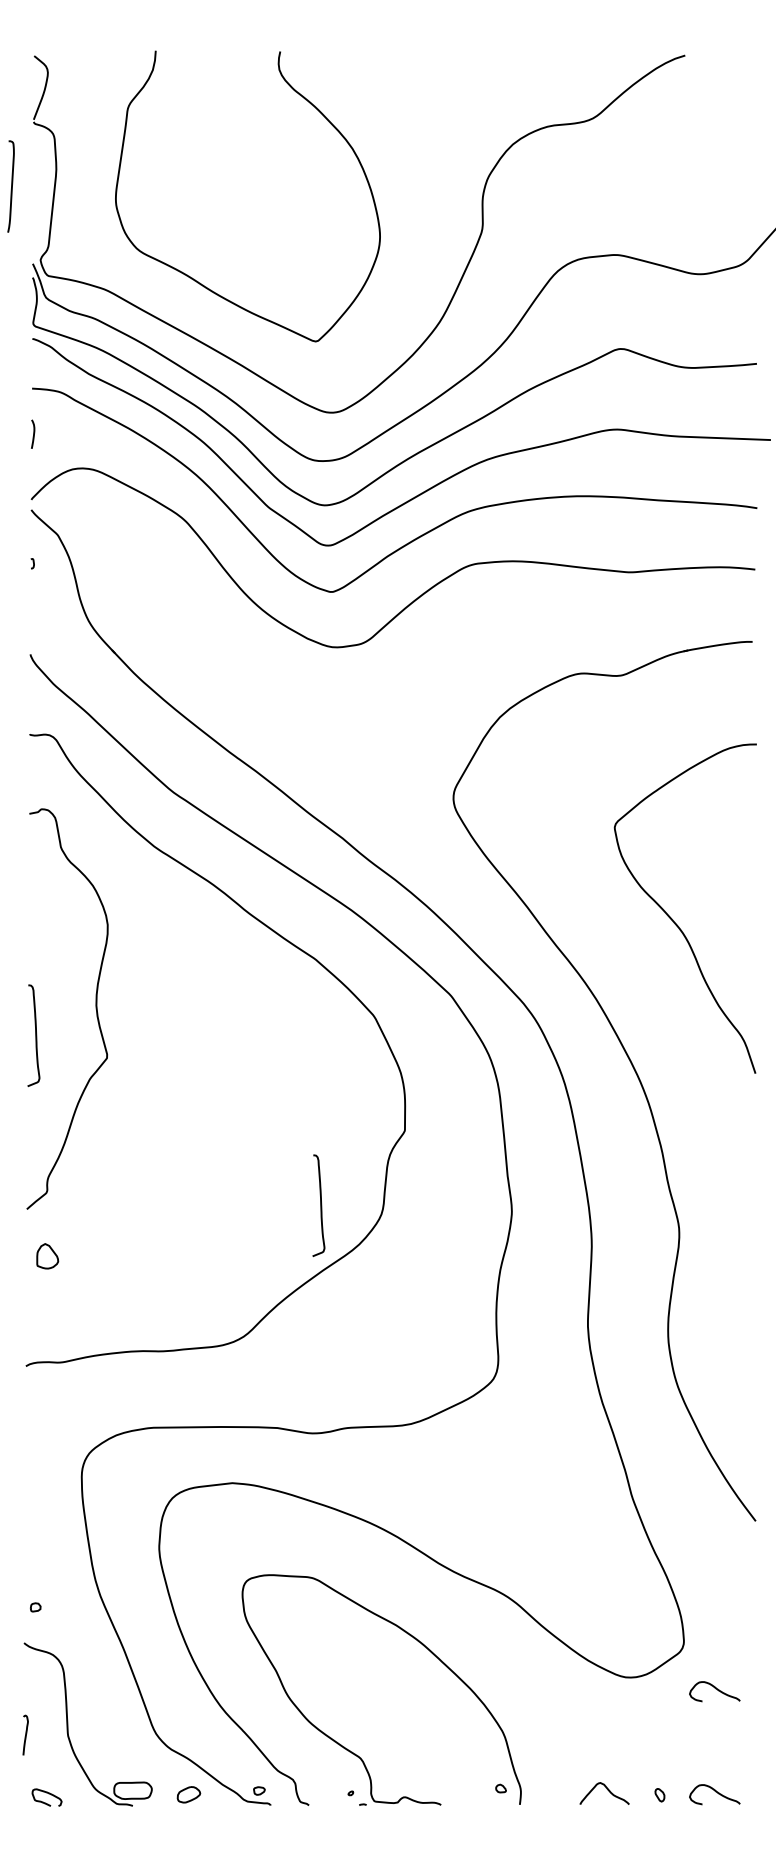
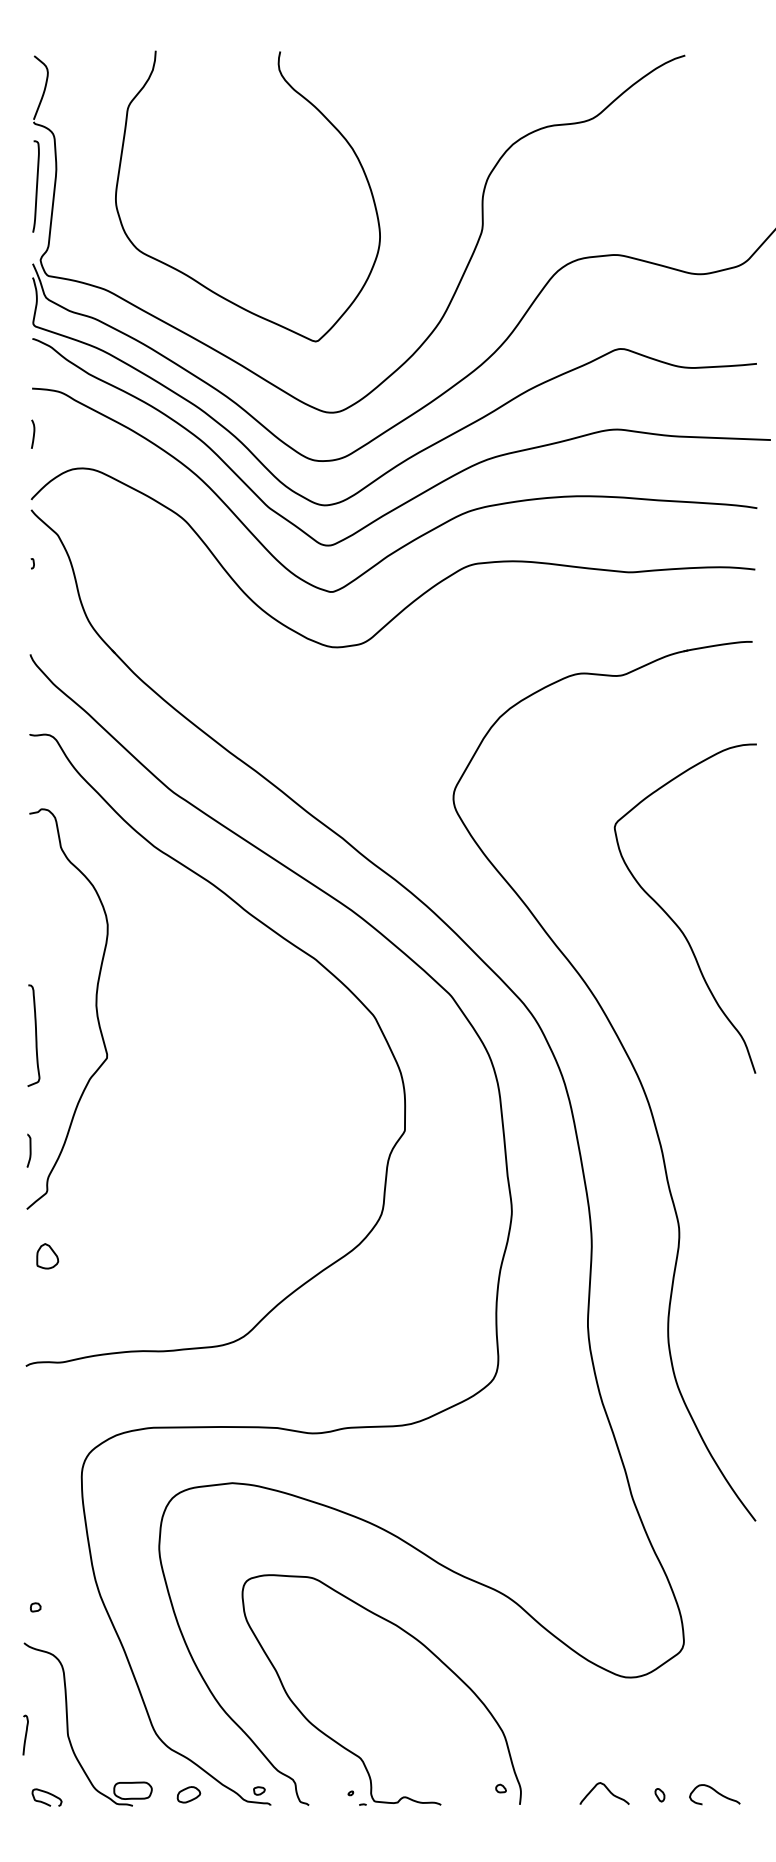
curve at (11, 186) position: (11, 186) -> (36, 186)
curve at (29, 1150): none -> present
curve at (320, 1205): present -> none
curve at (715, 1689): present -> none
